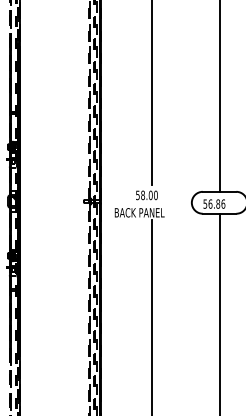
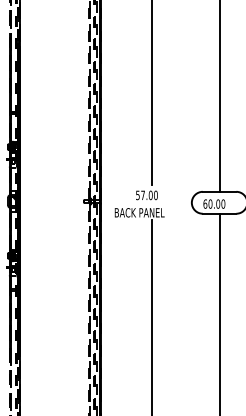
text at (142, 195): 58.00 -> 57.00
text at (214, 203): 56.86 -> 60.00
